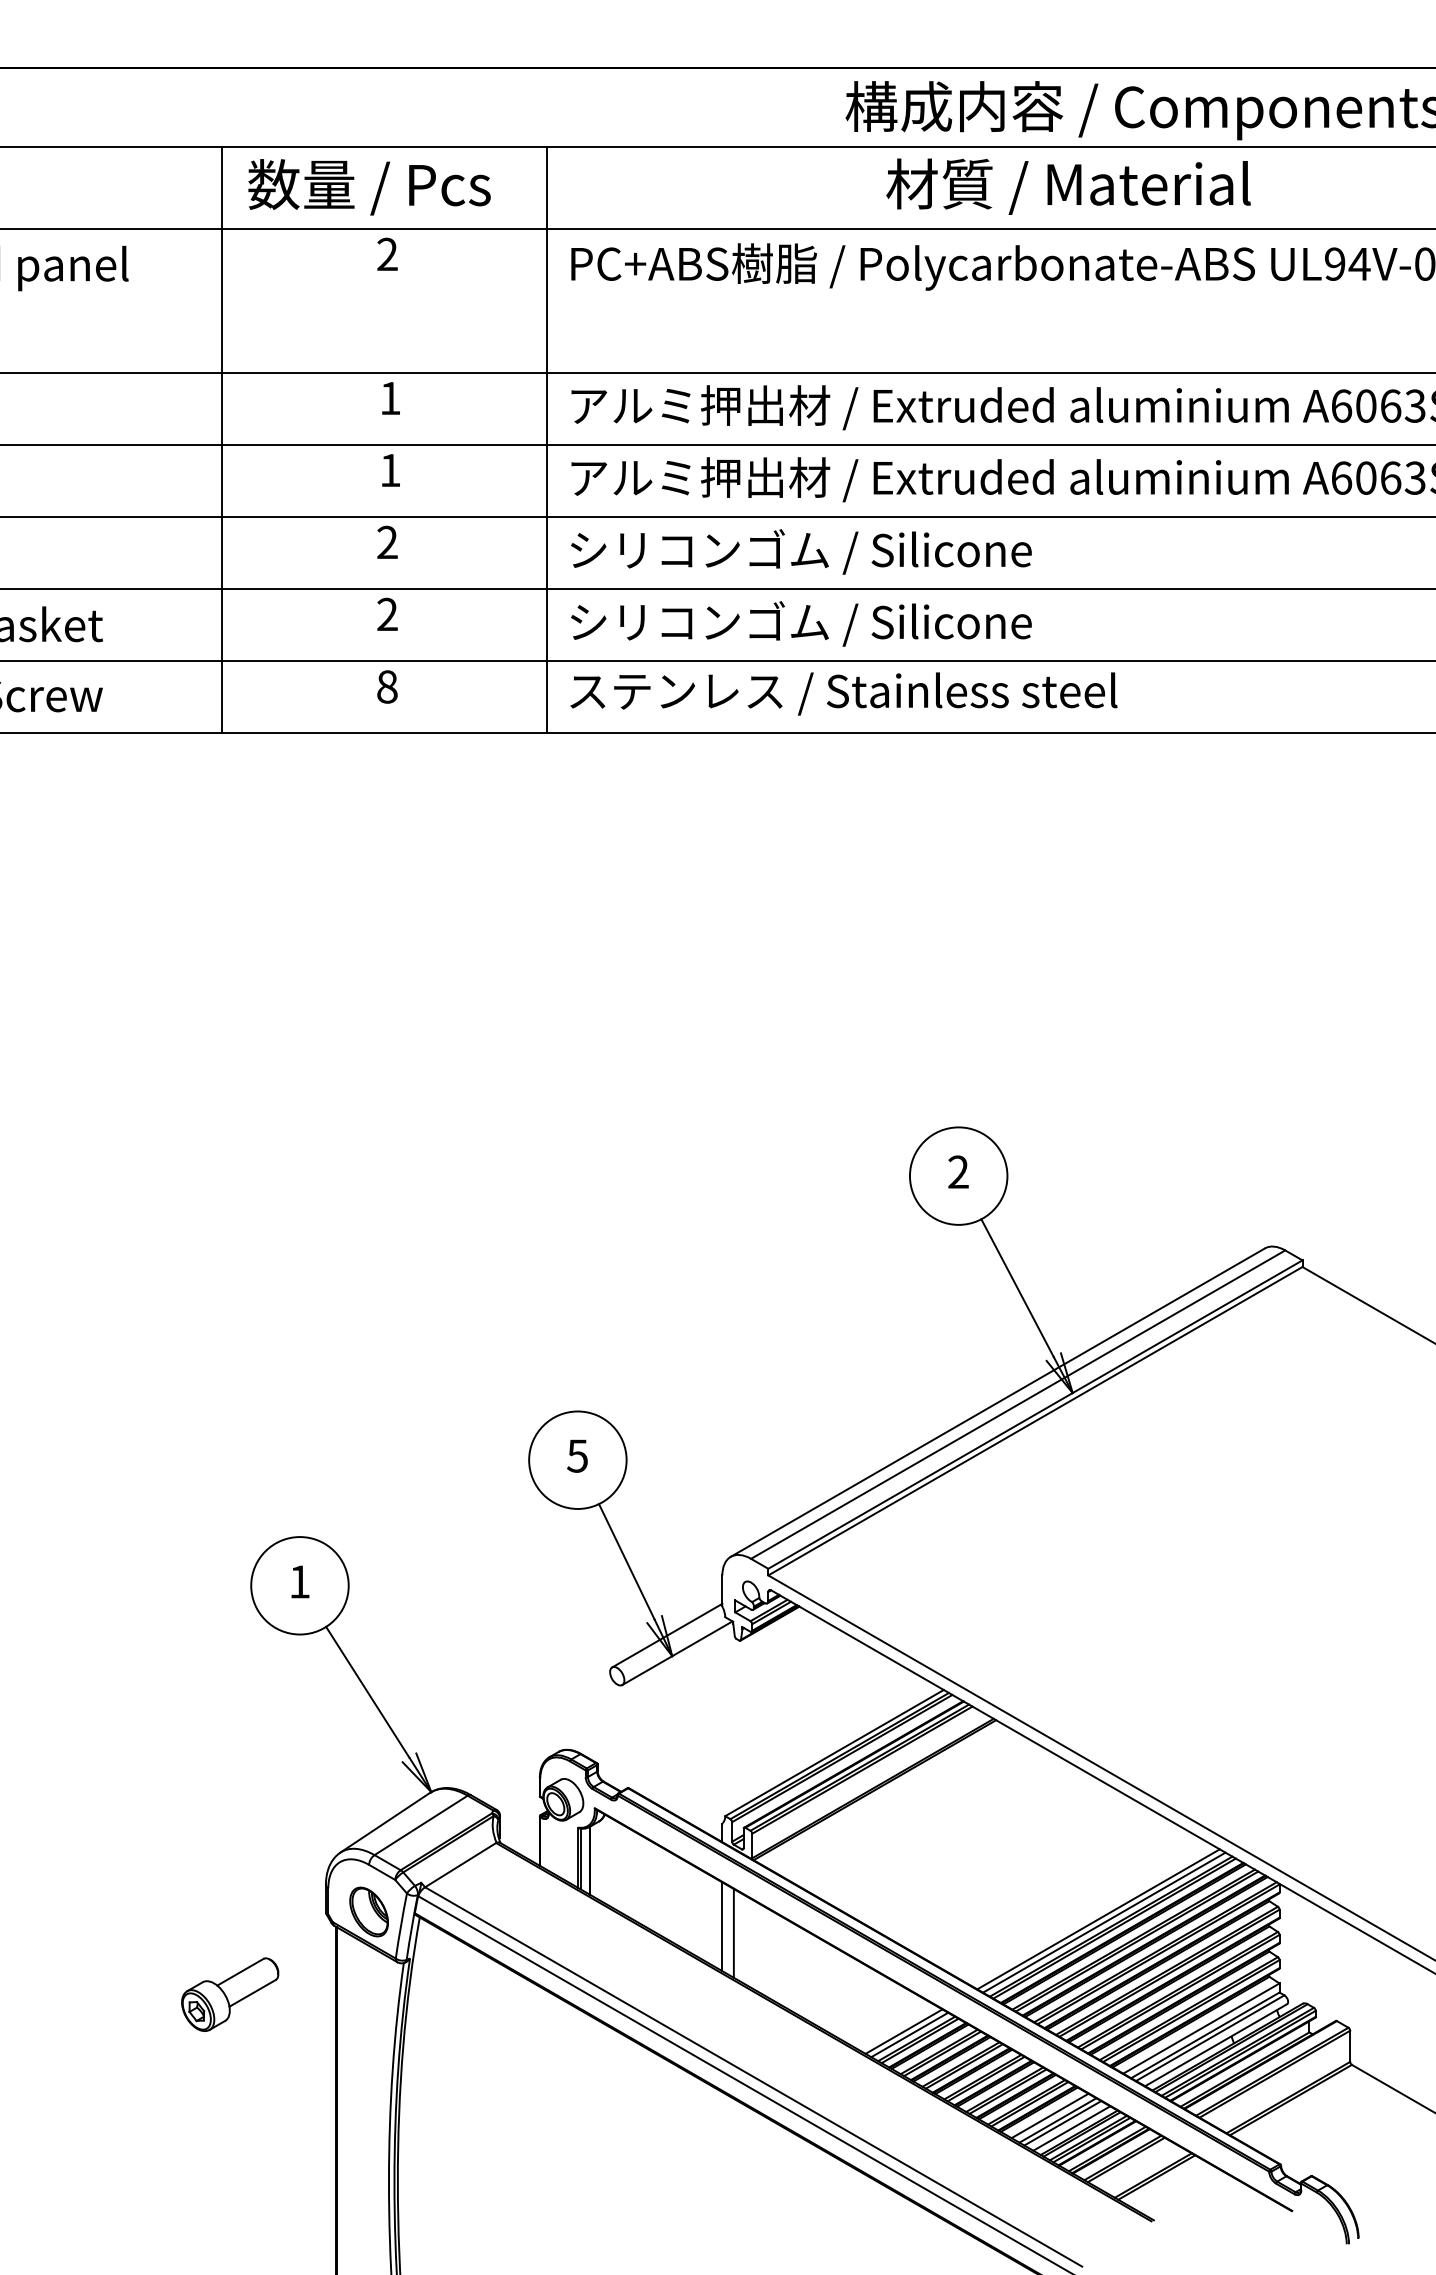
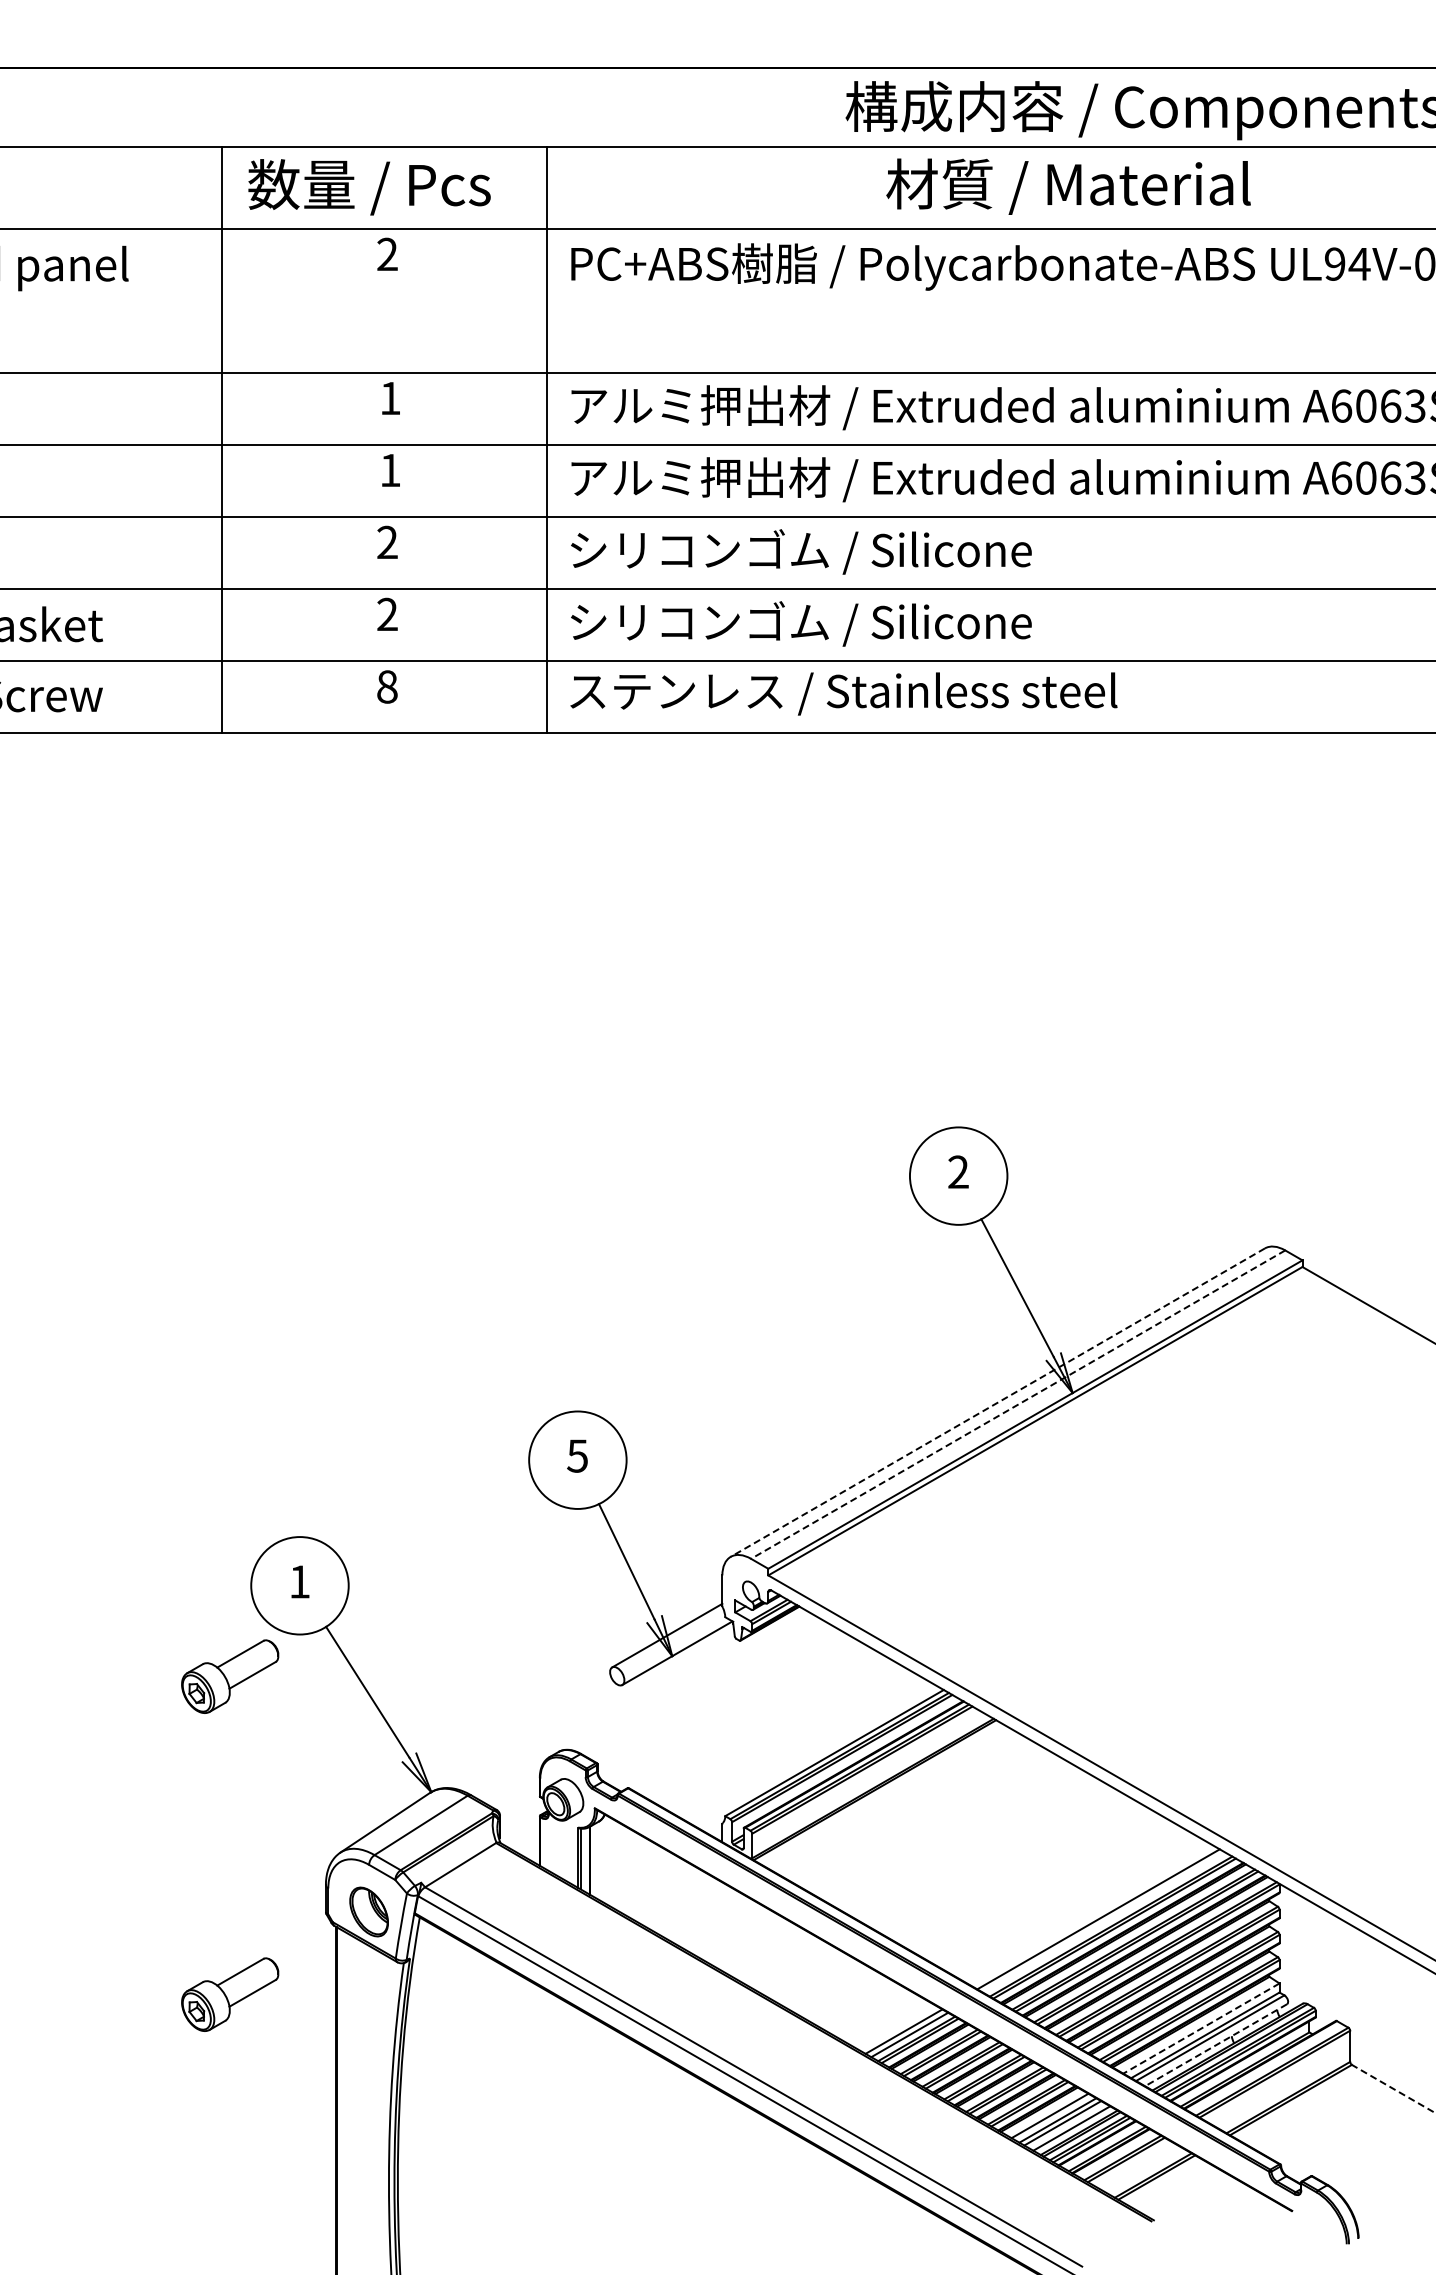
line at (997, 1402): solid -> dashed
line at (1017, 1404): solid -> dashed
part at (230, 1676): none -> present
line at (1104, 1922): present -> none
line at (722, 1926): present -> none
line at (733, 1933): present -> none
line at (1200, 2028): solid -> dashed
line at (1216, 2045): solid -> dashed
line at (1393, 2088): solid -> dashed
